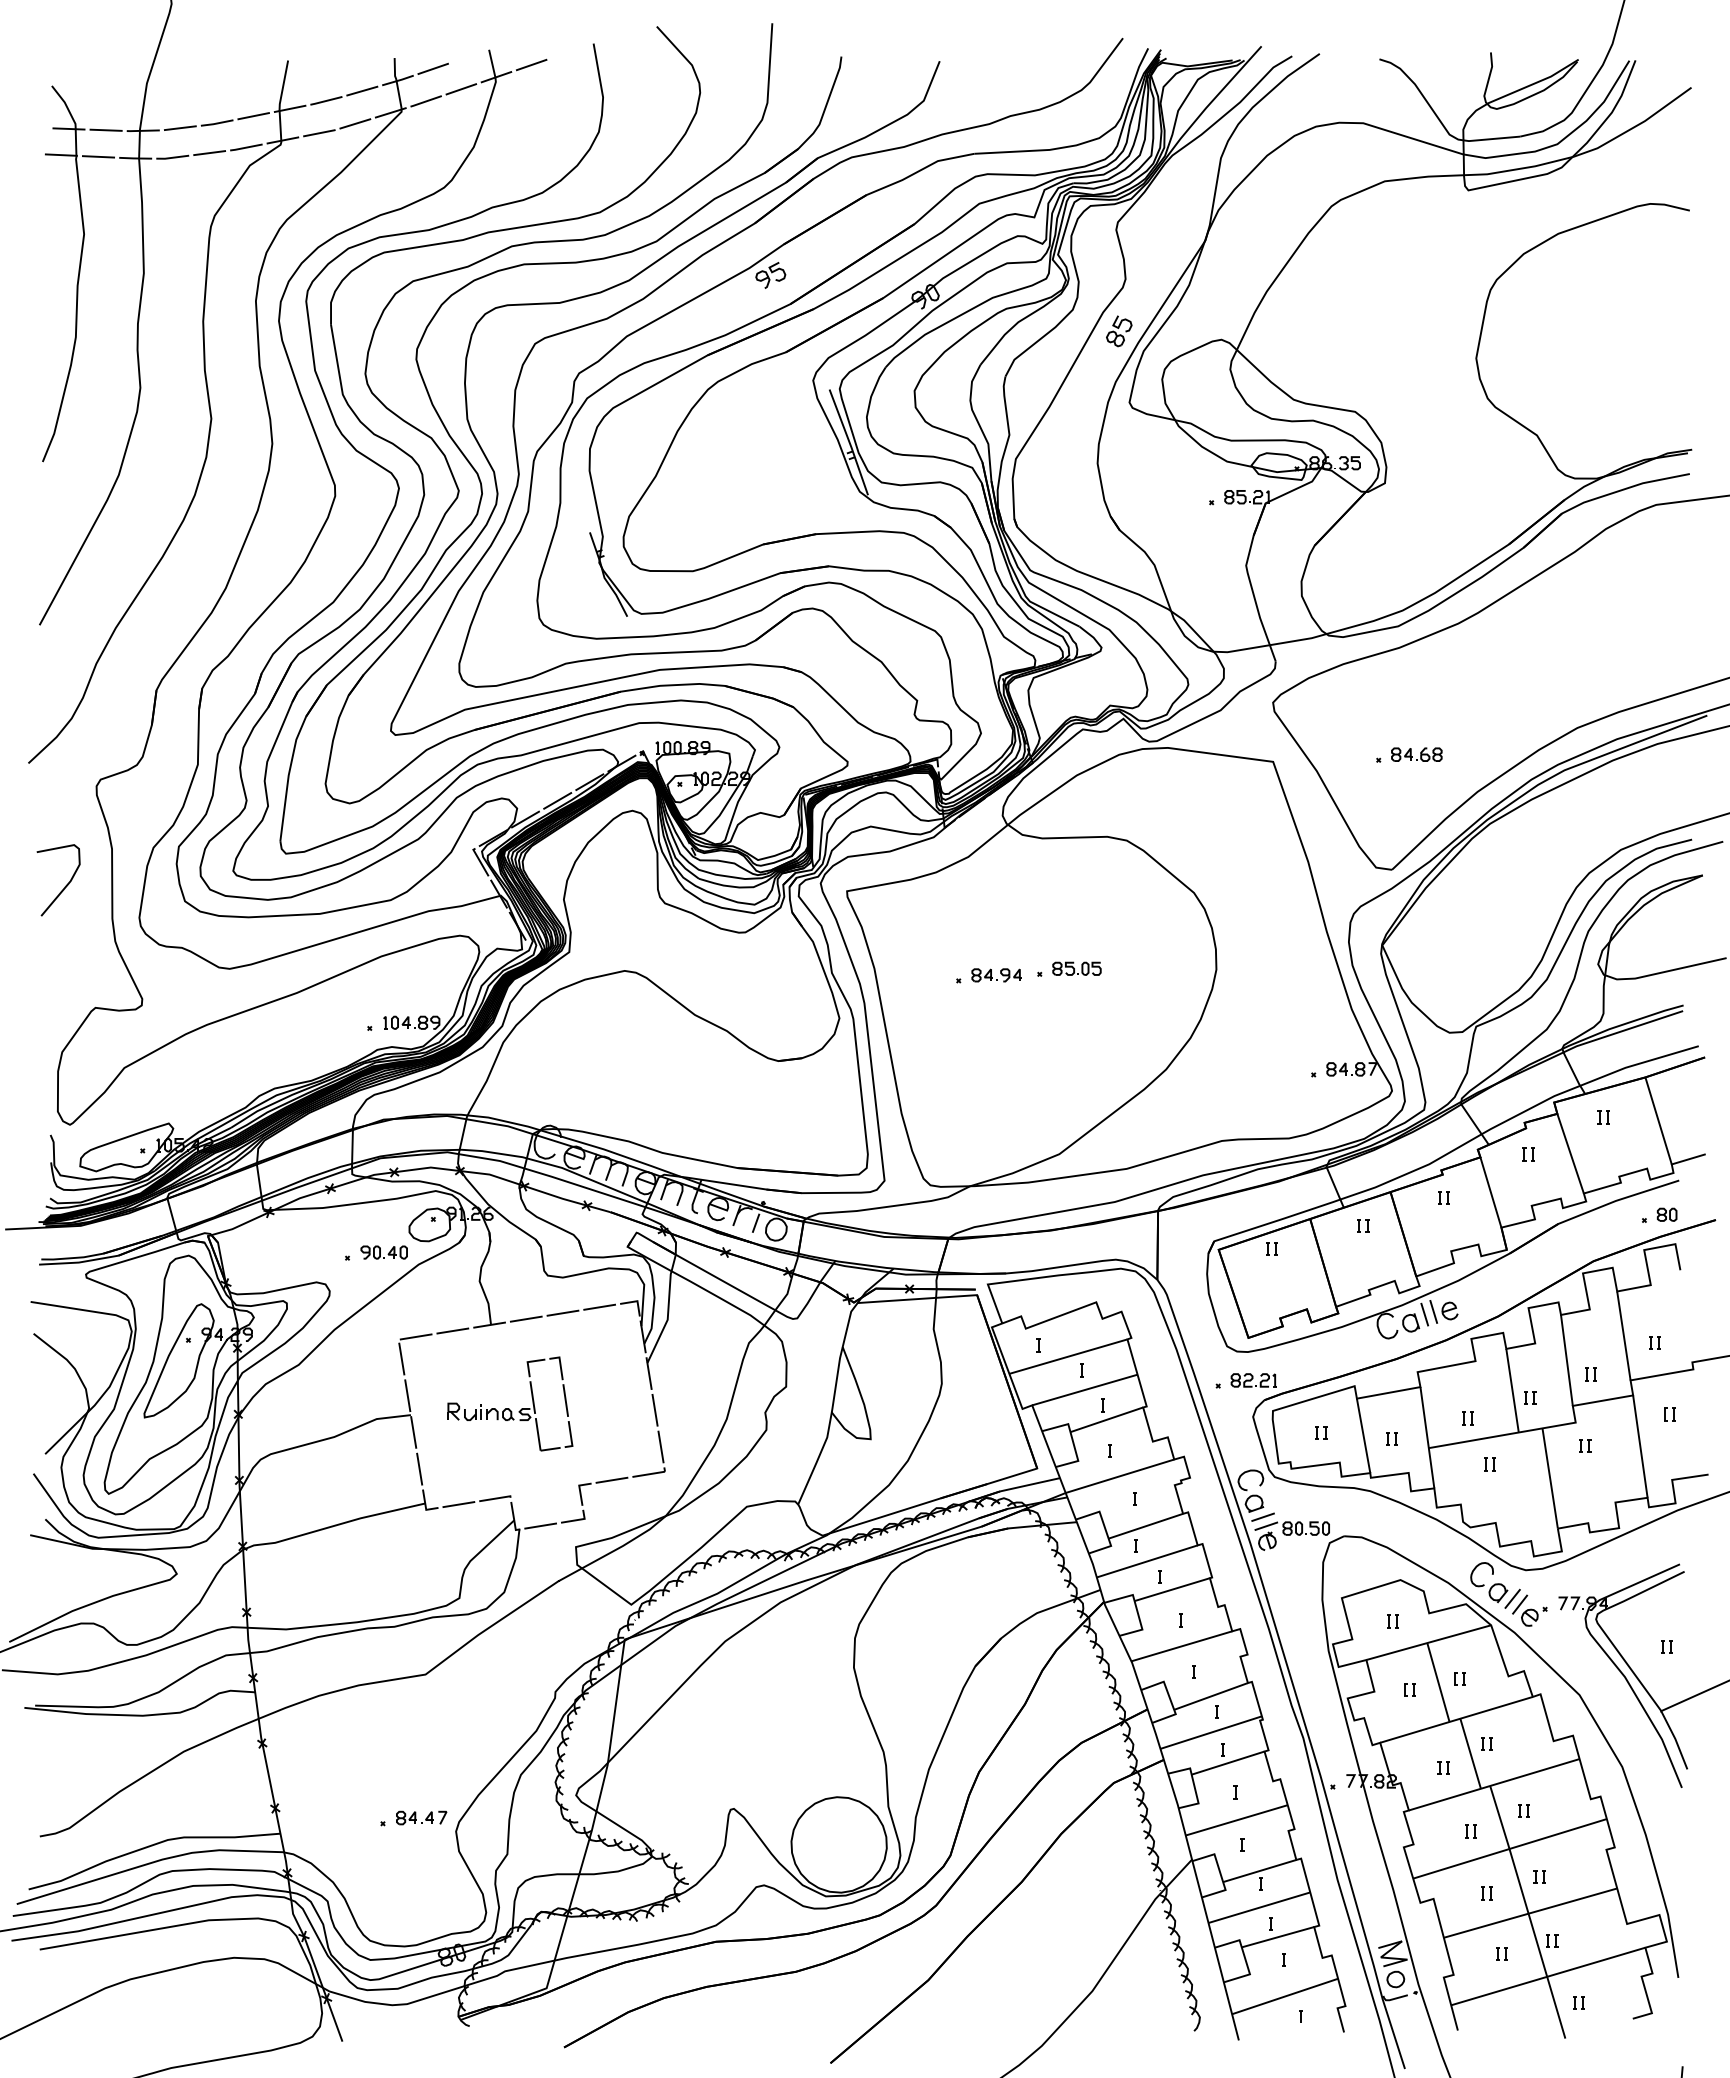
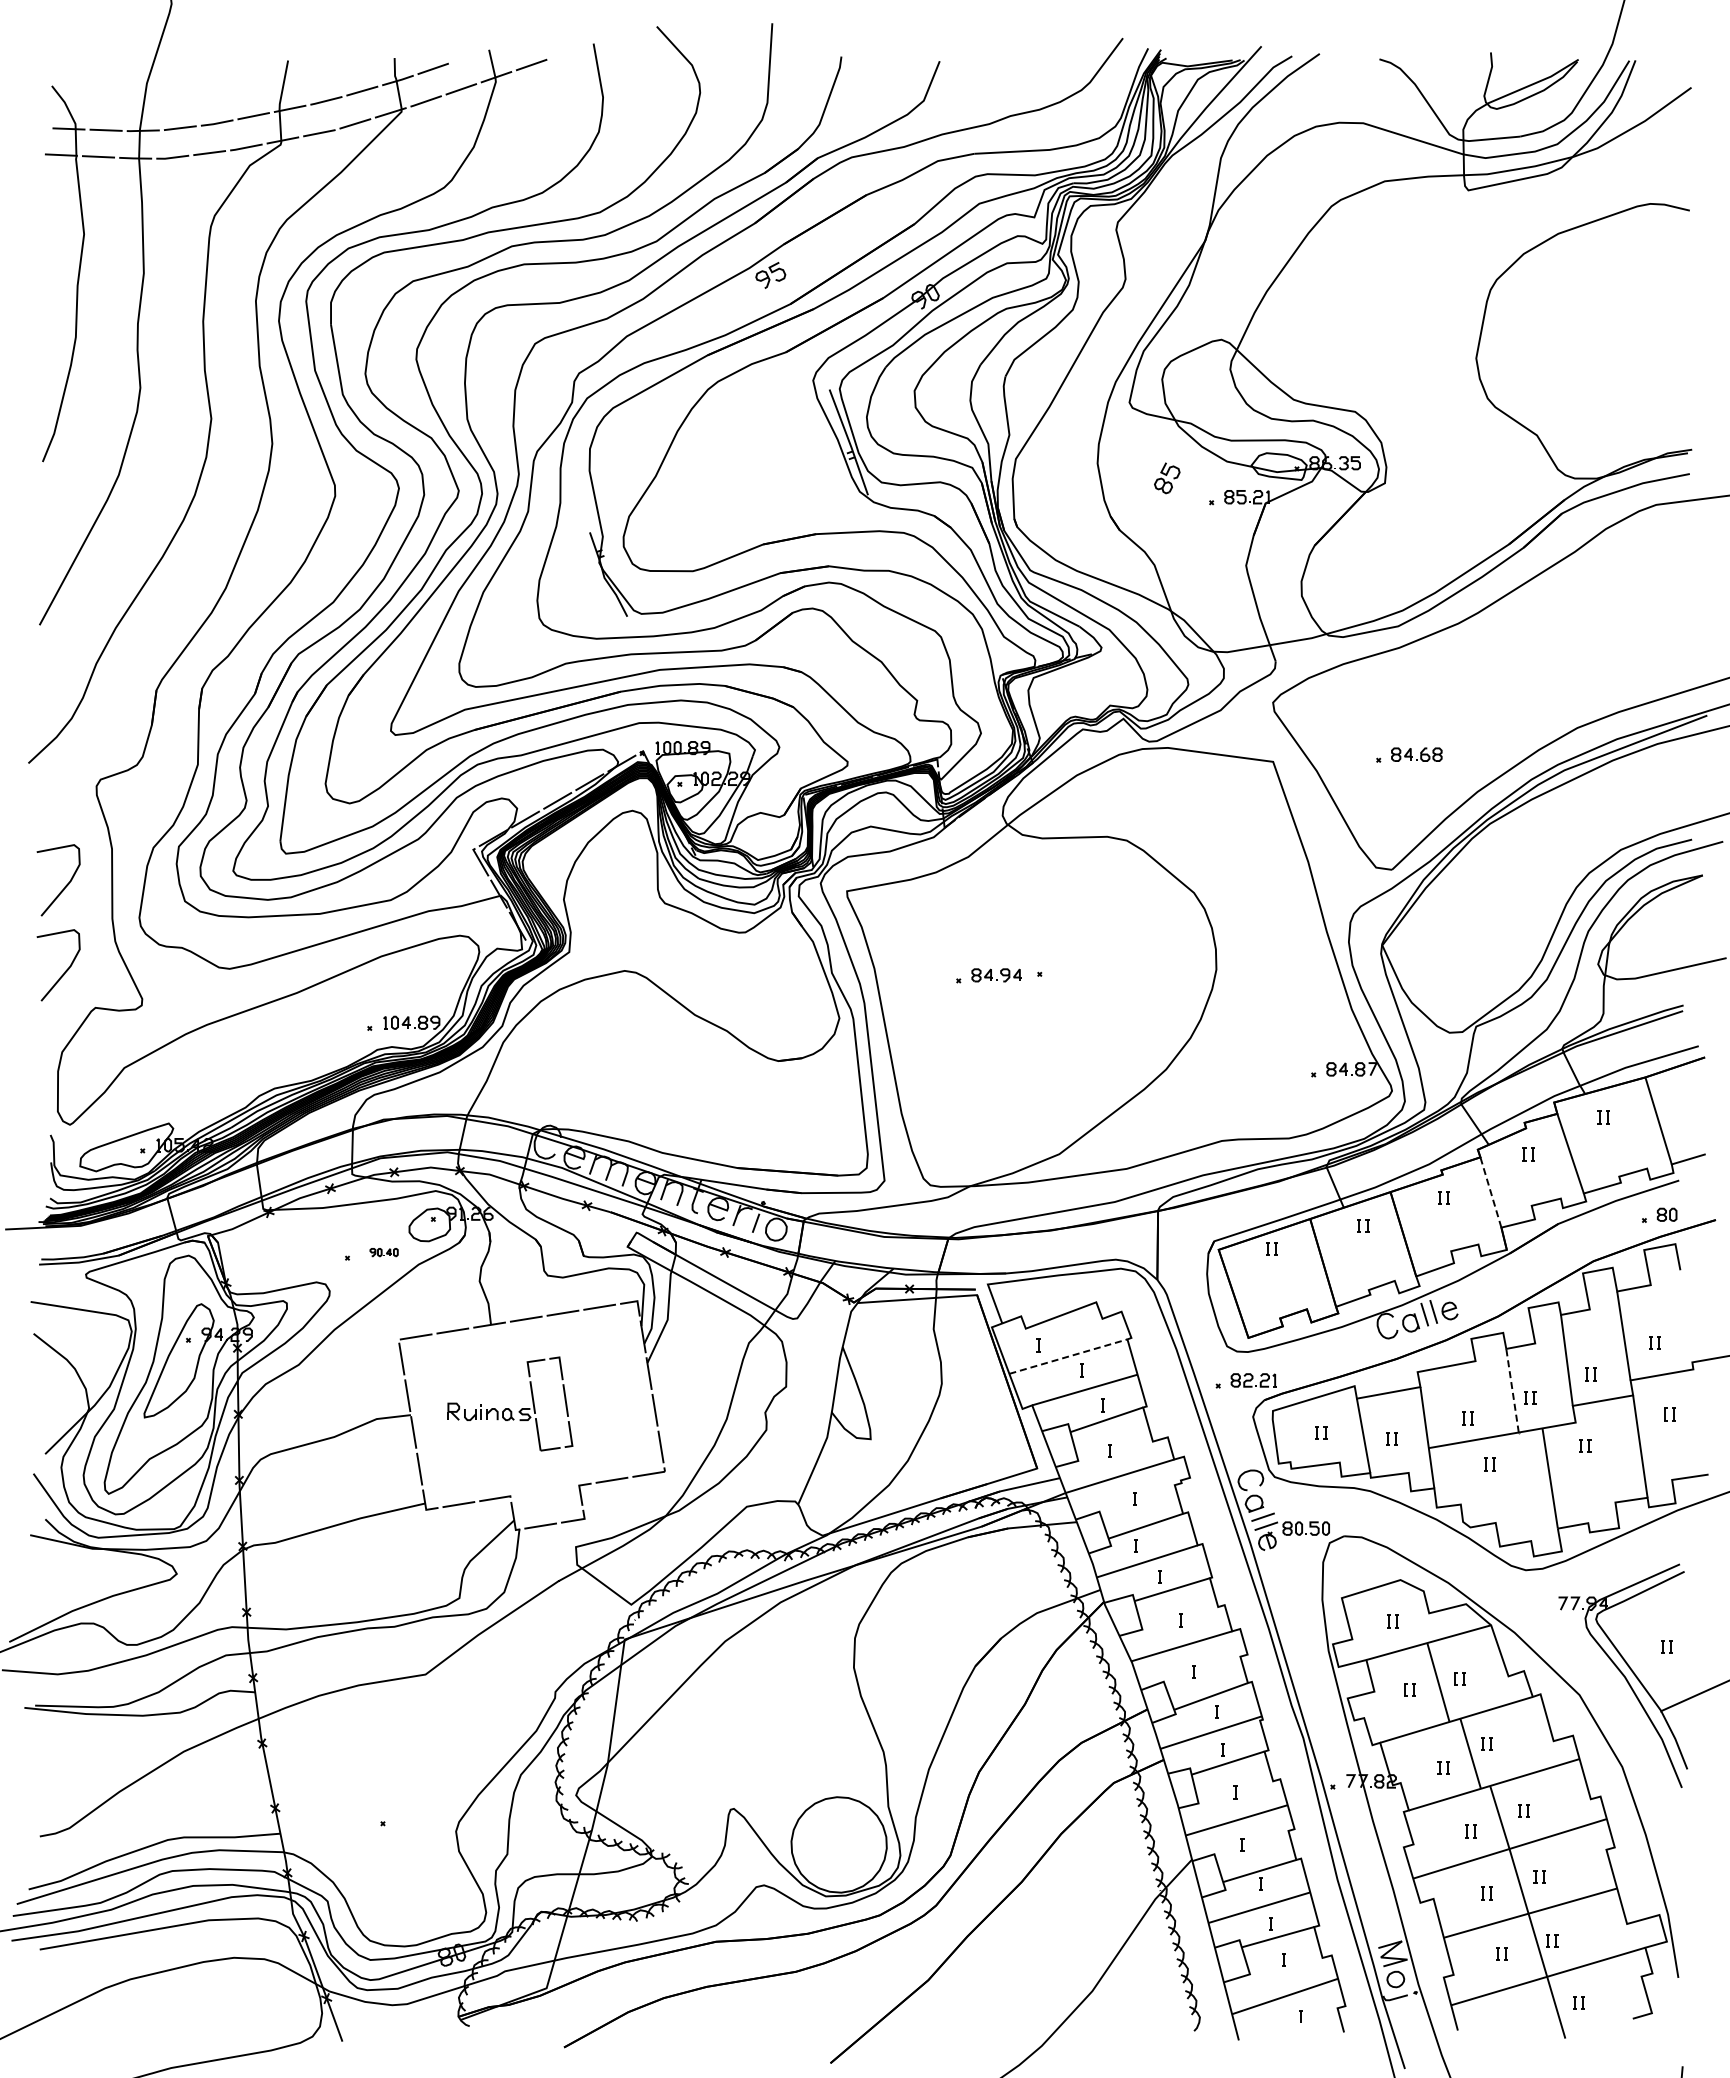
part at (1119, 331) position: (1119, 331) -> (1167, 478)
part at (1076, 968): present -> none
curve at (64, 971): none -> present
line at (1490, 1192): solid -> dashed
part at (383, 1252) size: 48x15 px -> 30x10 px
line at (1068, 1356): solid -> dashed
line at (1512, 1391): solid -> dashed
part at (1508, 1594): present -> none
part at (421, 1817): present -> none
